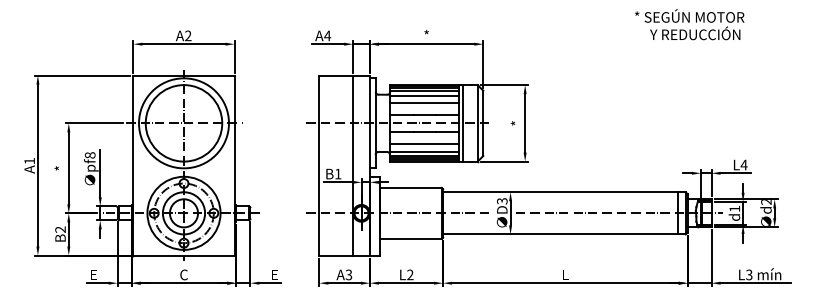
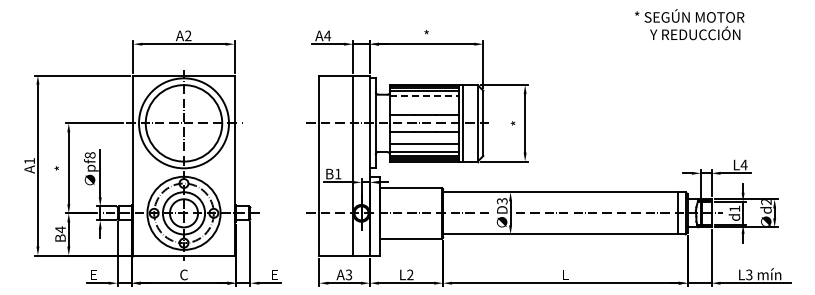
line at (424, 95): solid -> dashed
line at (424, 103): present -> none
text at (60, 229): B2 -> B4
